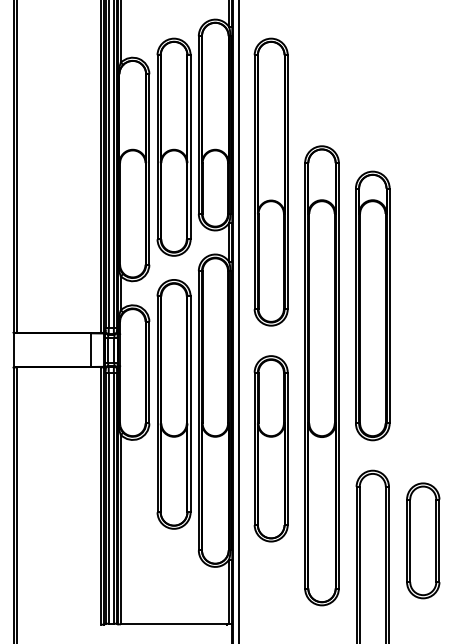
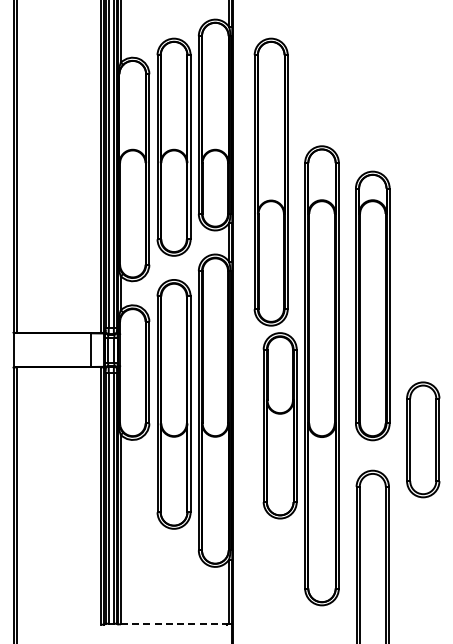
line at (239, 321): present -> none
part at (270, 448) position: (270, 448) -> (279, 425)
part at (423, 540) position: (423, 540) -> (423, 439)
line at (173, 624): solid -> dashed
